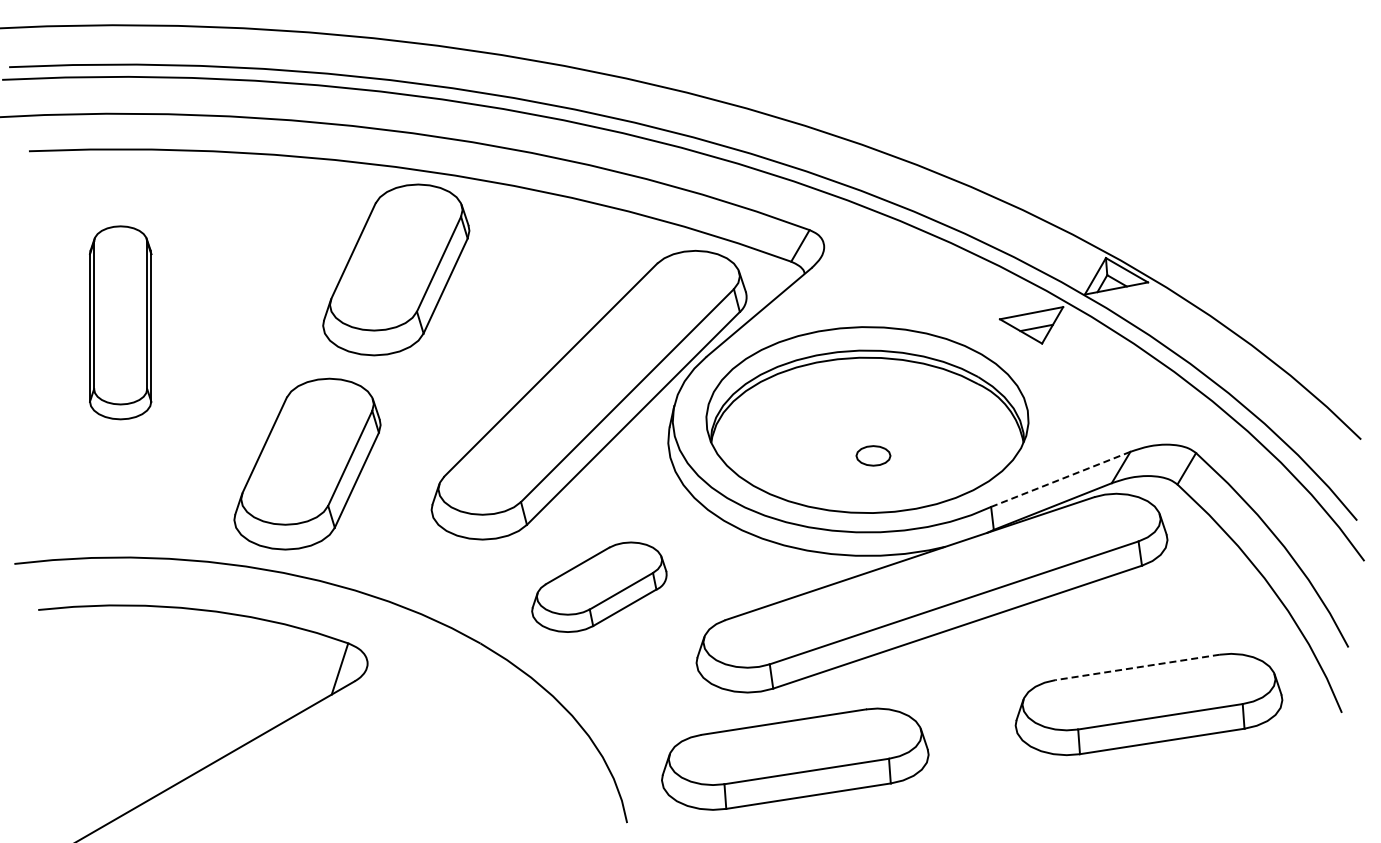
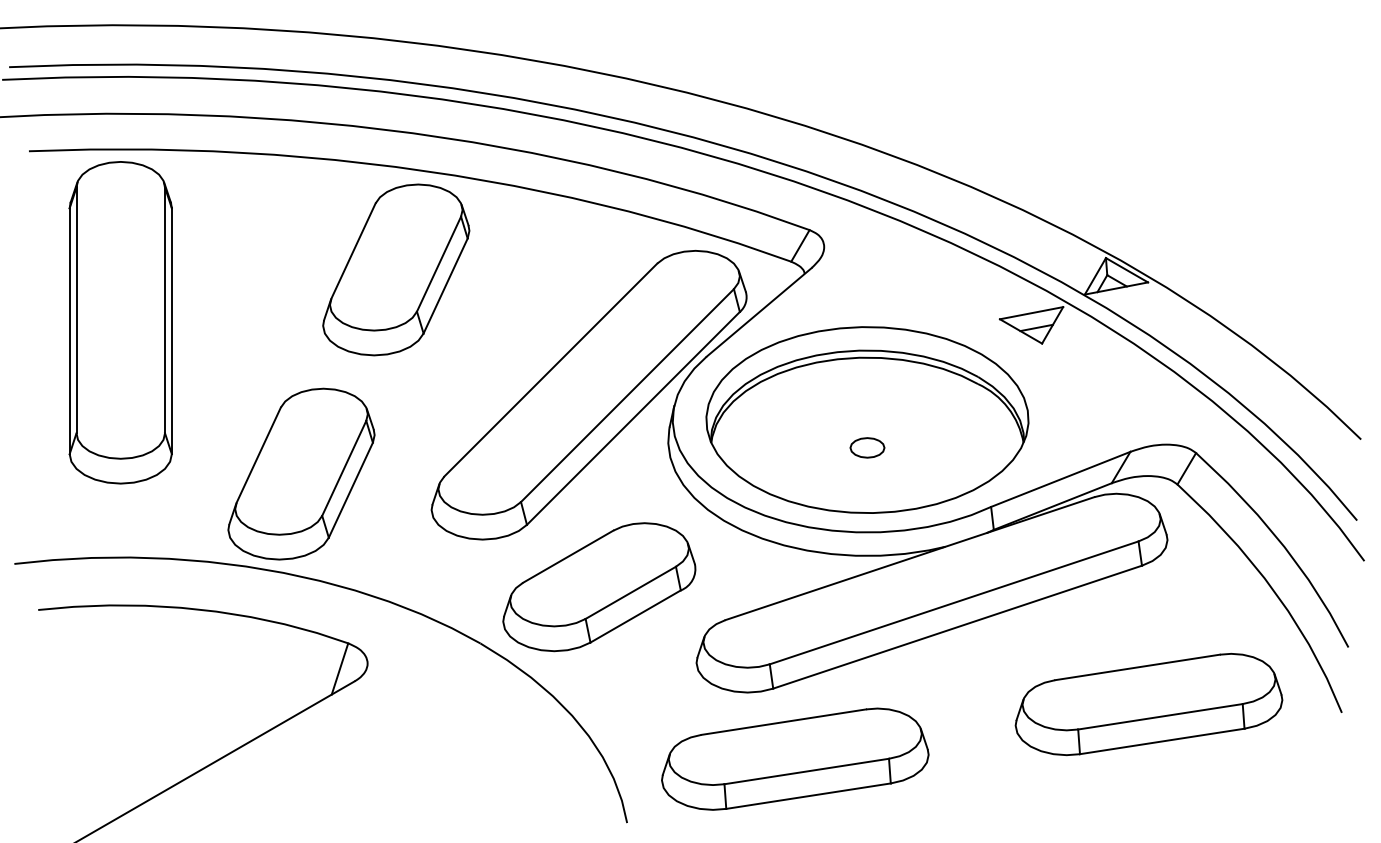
part at (120, 322) size: 64x196 px -> 105x324 px
part at (873, 455) position: (873, 455) -> (867, 447)
part at (307, 463) position: (307, 463) -> (301, 473)
line at (1060, 479): dashed -> solid
part at (599, 586) size: 137x92 px -> 195x131 px
line at (1137, 667): dashed -> solid
